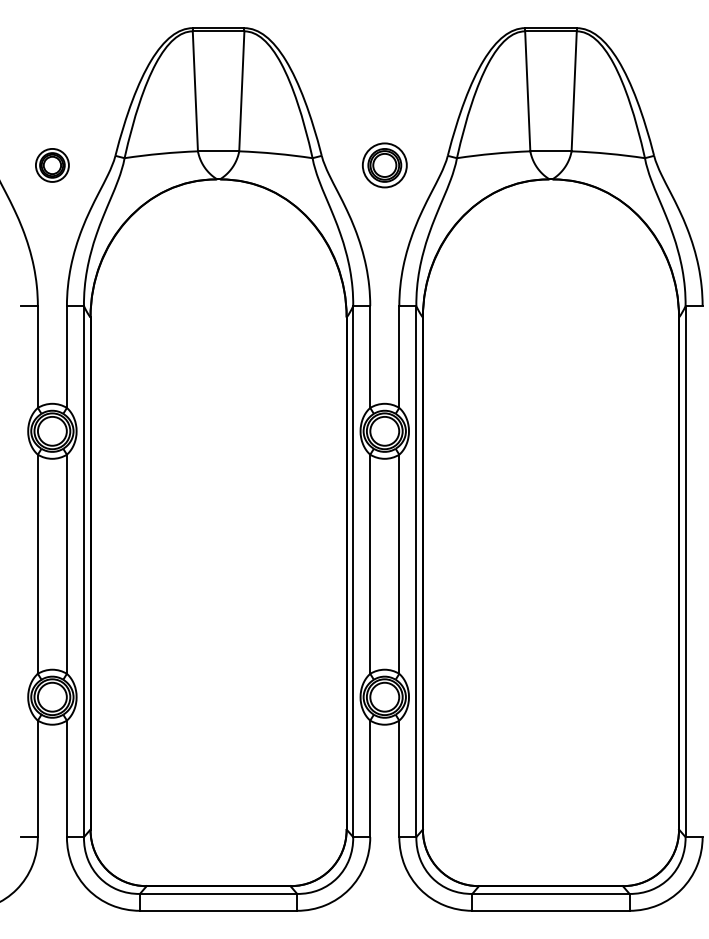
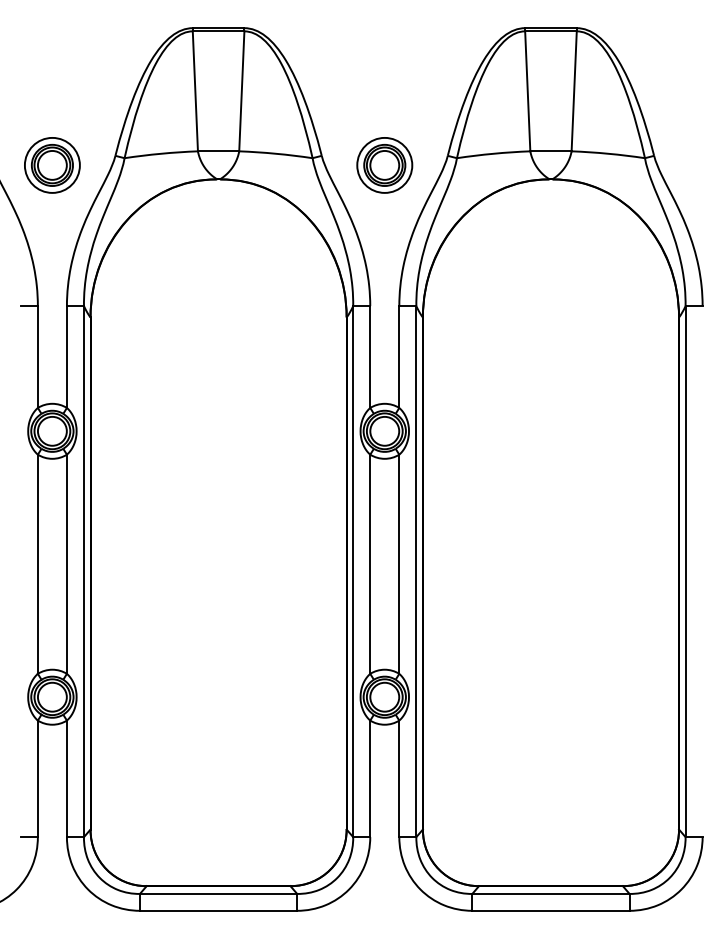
part at (52, 165) size: 35x35 px -> 57x57 px
part at (384, 165) size: 47x47 px -> 58x57 px
